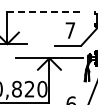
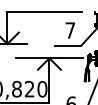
line at (45, 11): dashed -> solid
